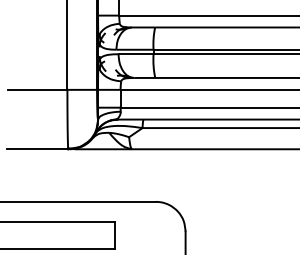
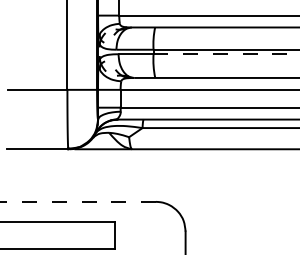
line at (226, 54): solid -> dashed
line at (78, 201): solid -> dashed
